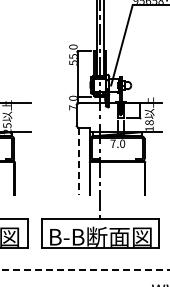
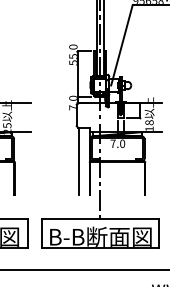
line at (79, 161): dashed -> solid
line at (84, 269): dashed -> solid
